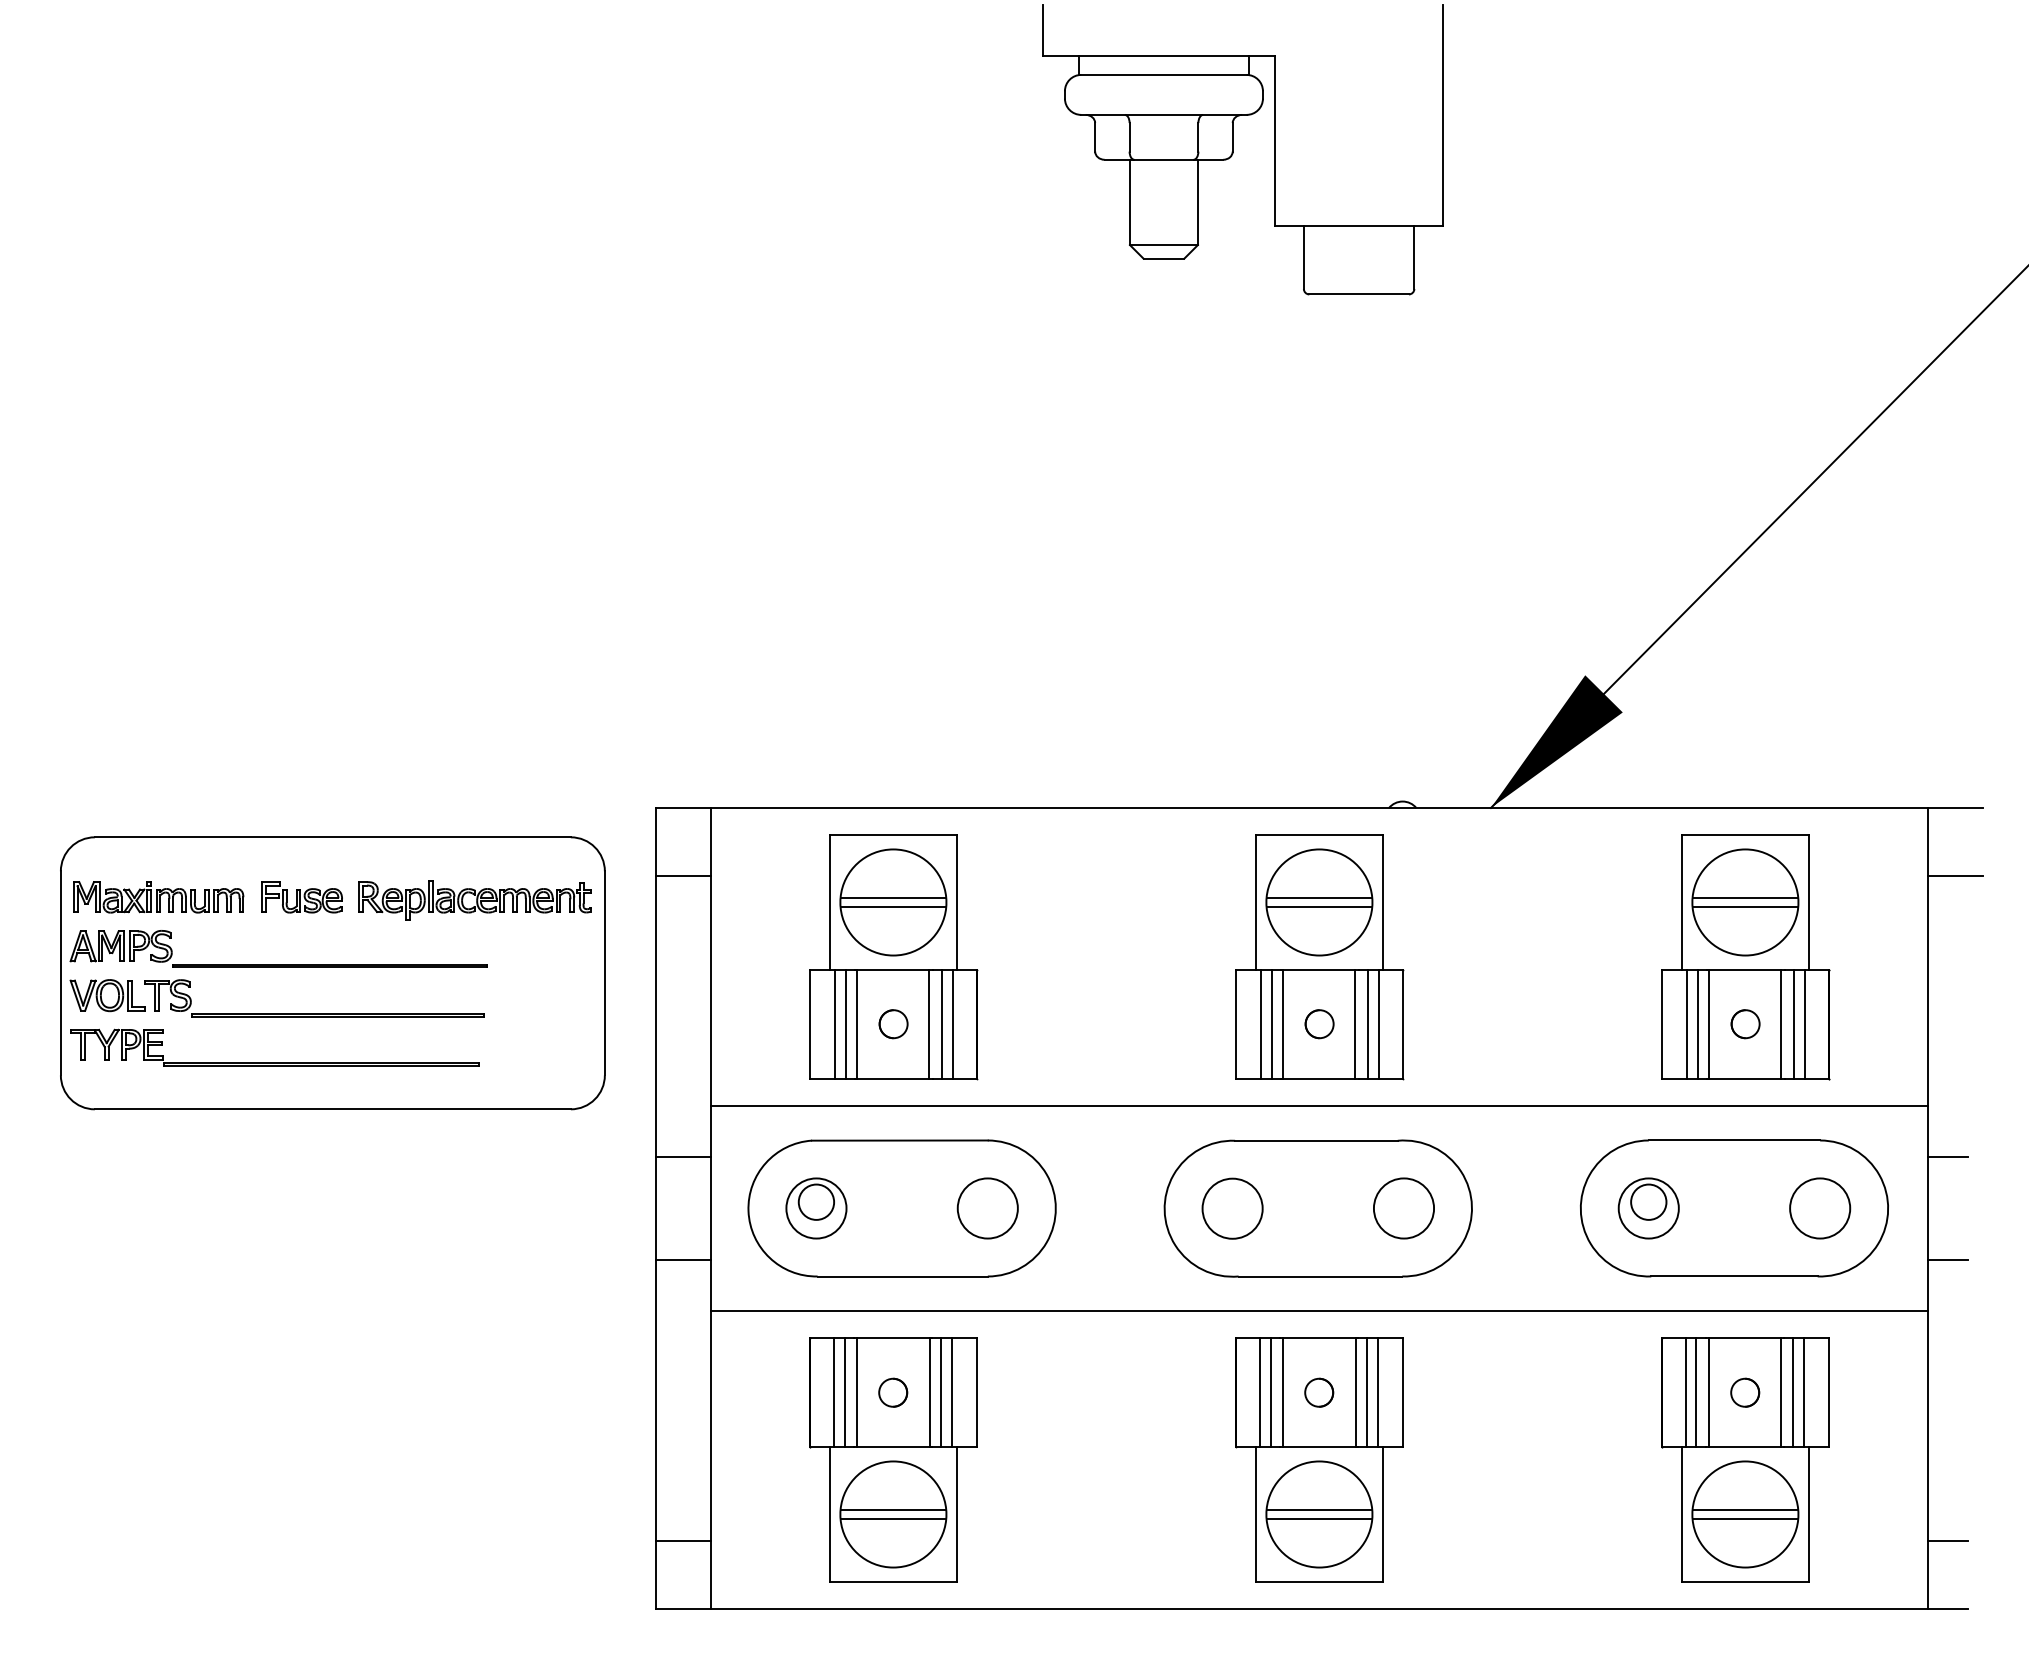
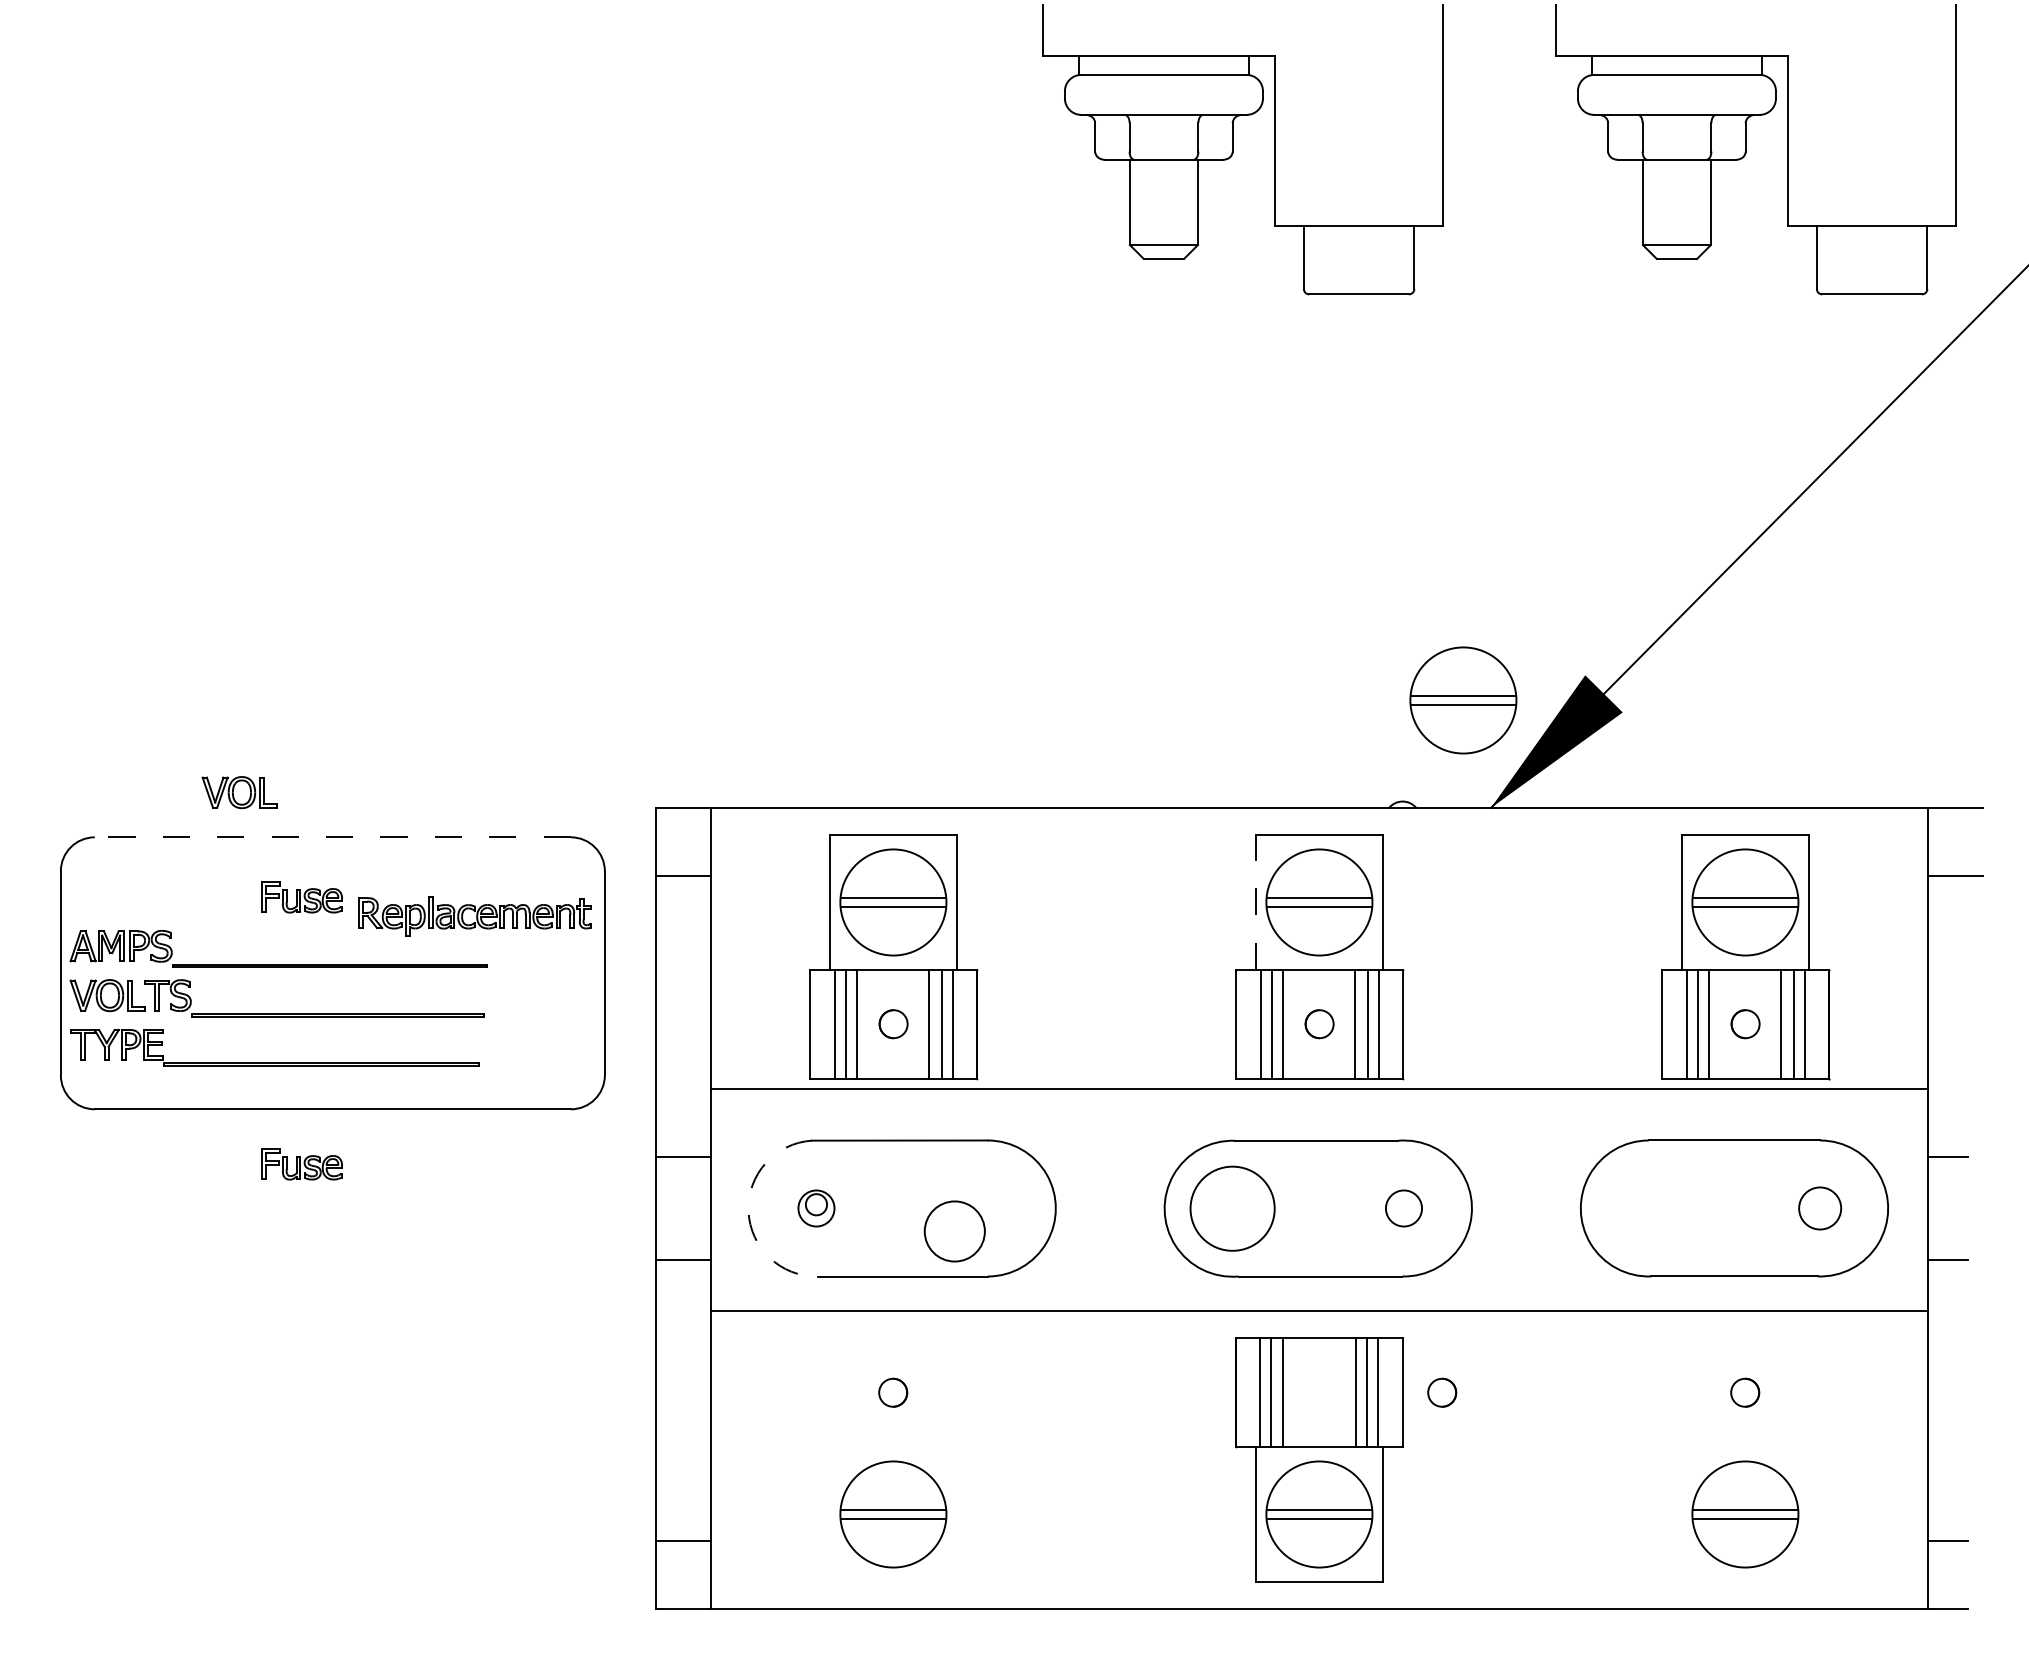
part at (1746, 149): none -> present
part at (1463, 700): none -> present
part at (239, 792): none -> present
line at (332, 837): solid -> dashed
part at (158, 897): present -> none
part at (474, 900) position: (474, 900) -> (474, 916)
line at (1256, 901): solid -> dashed
line at (1319, 1106) position: (1319, 1106) -> (1319, 1089)
part at (301, 1164): none -> present
part at (816, 1208) size: 63x63 px -> 39x39 px
circle at (987, 1208) position: (987, 1208) -> (954, 1231)
circle at (1232, 1208) diameter: 60 px -> 84 px
circle at (1403, 1208) diameter: 60 px -> 36 px
part at (1648, 1208): present -> none
circle at (1820, 1208) diameter: 60 px -> 42 px
arc at (748, 1211): solid -> dashed
part at (1319, 1392) position: (1319, 1392) -> (1442, 1392)
part at (893, 1459): present -> none
part at (1745, 1459): present -> none
